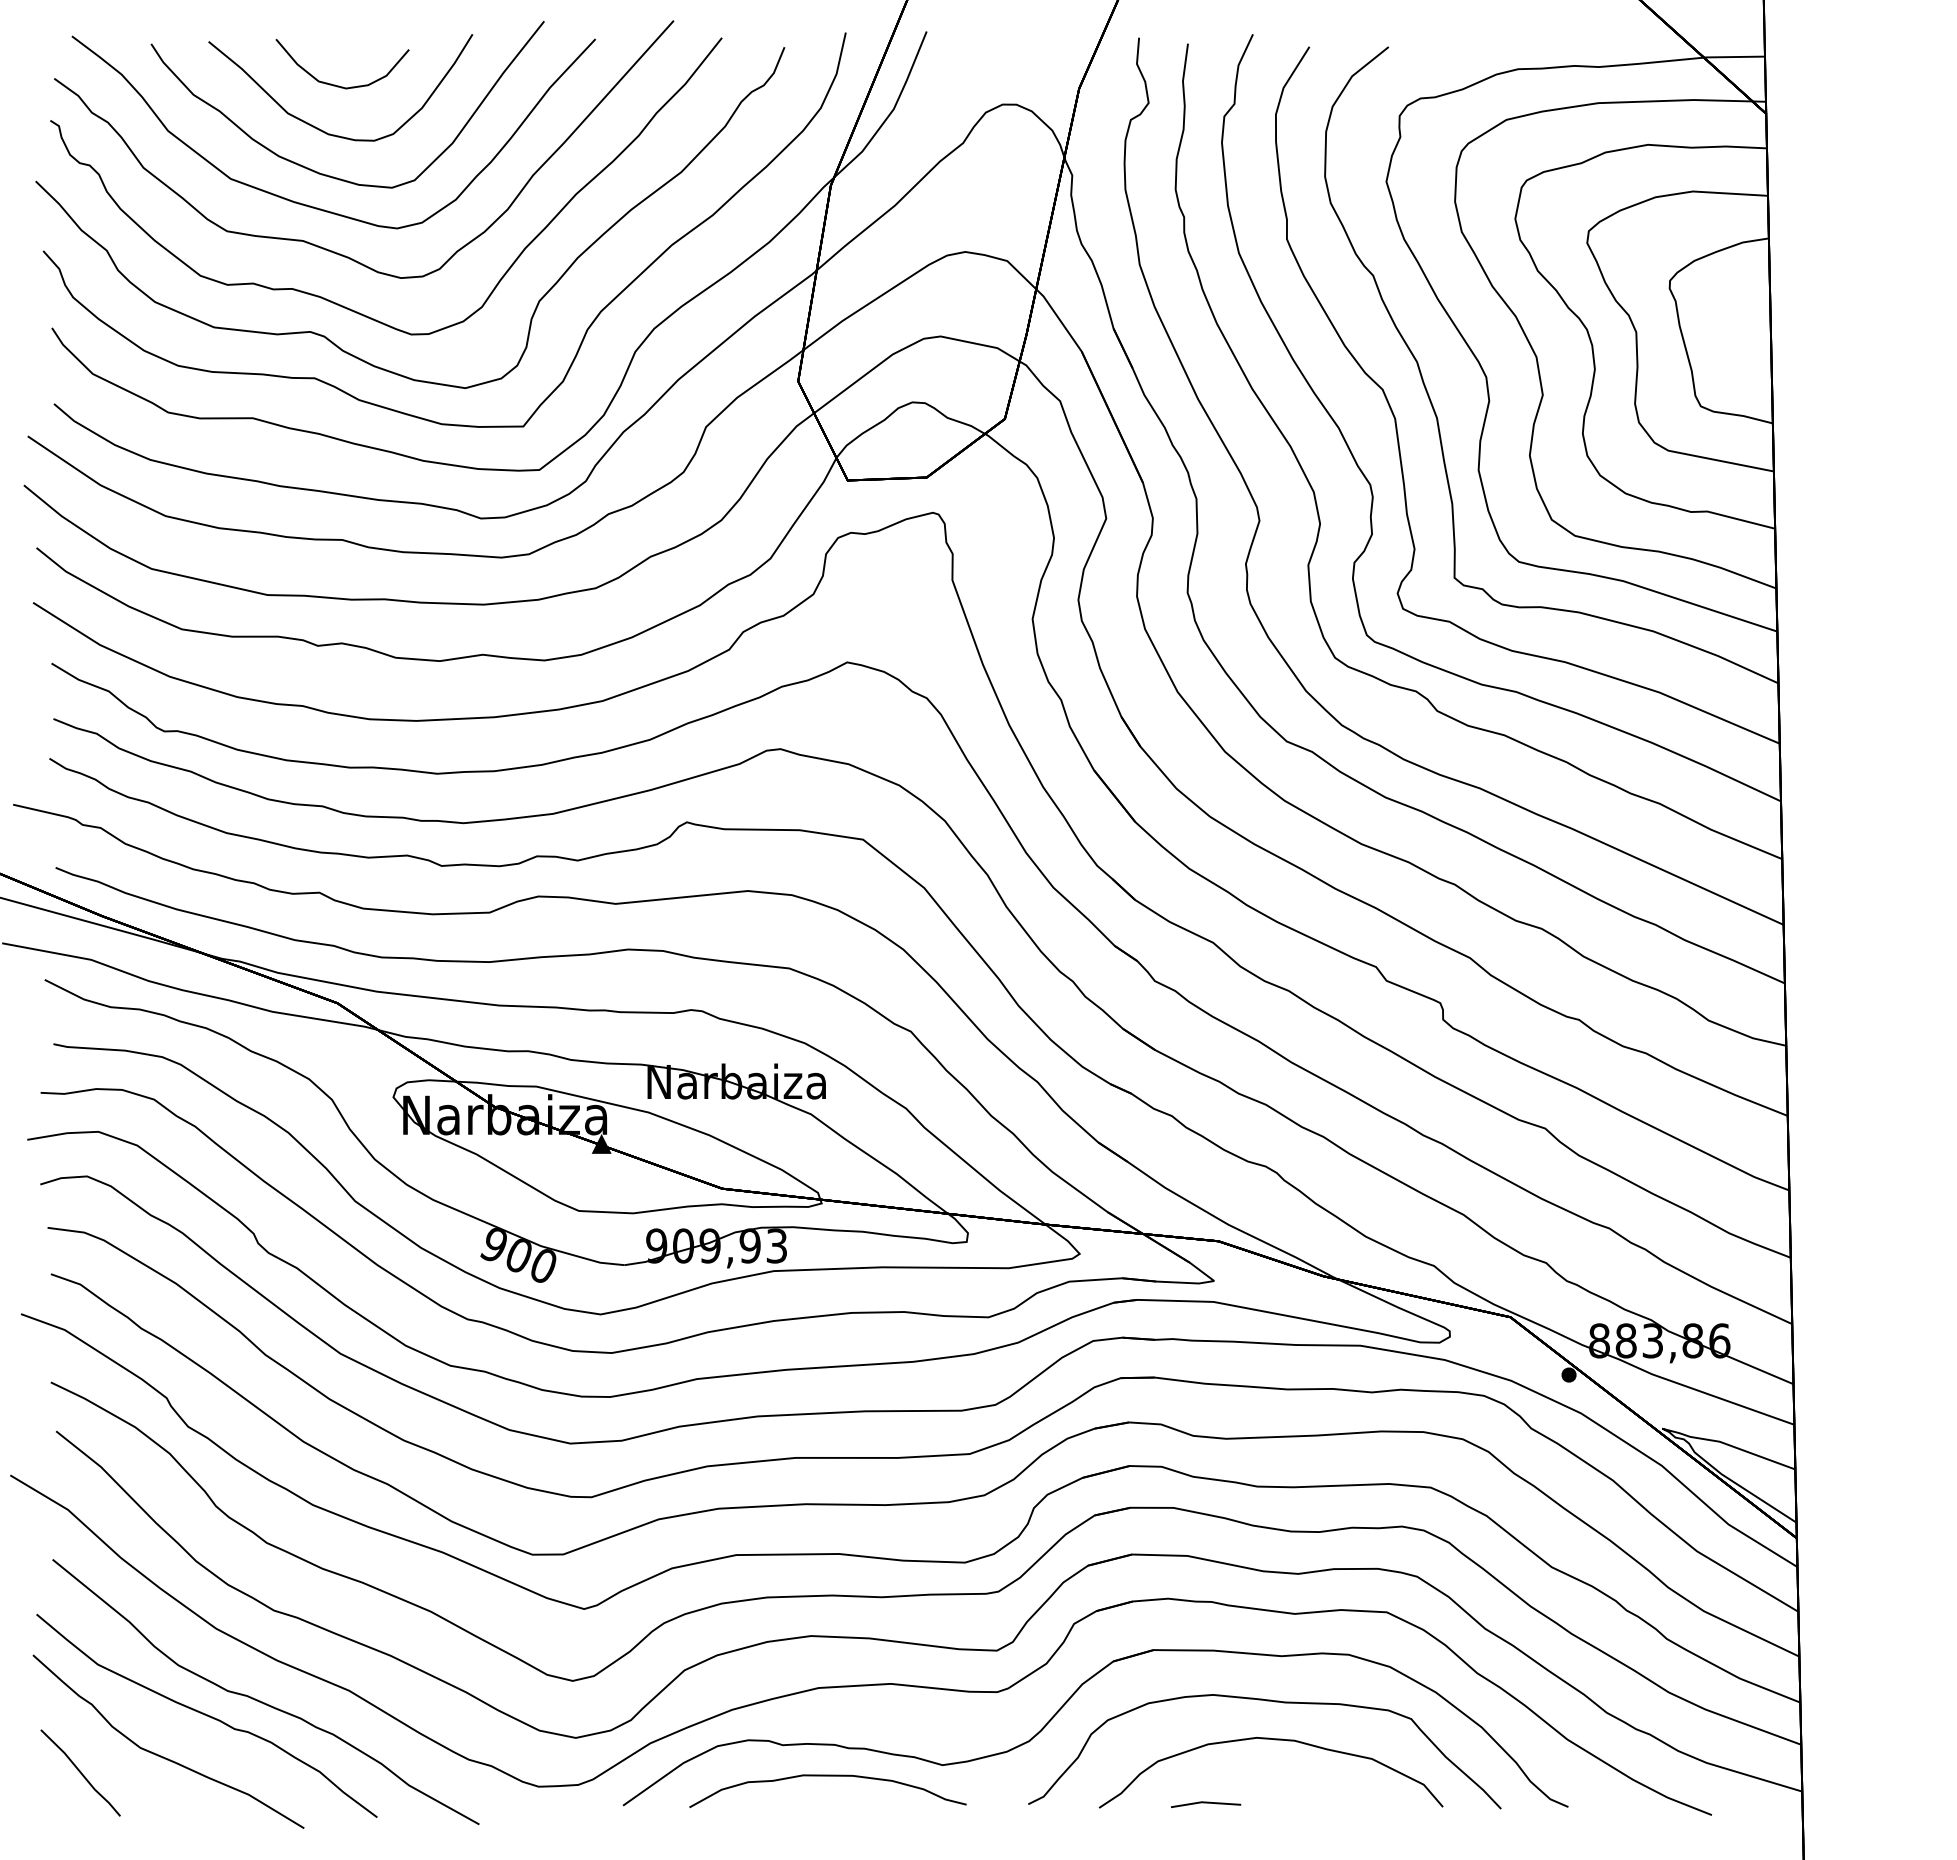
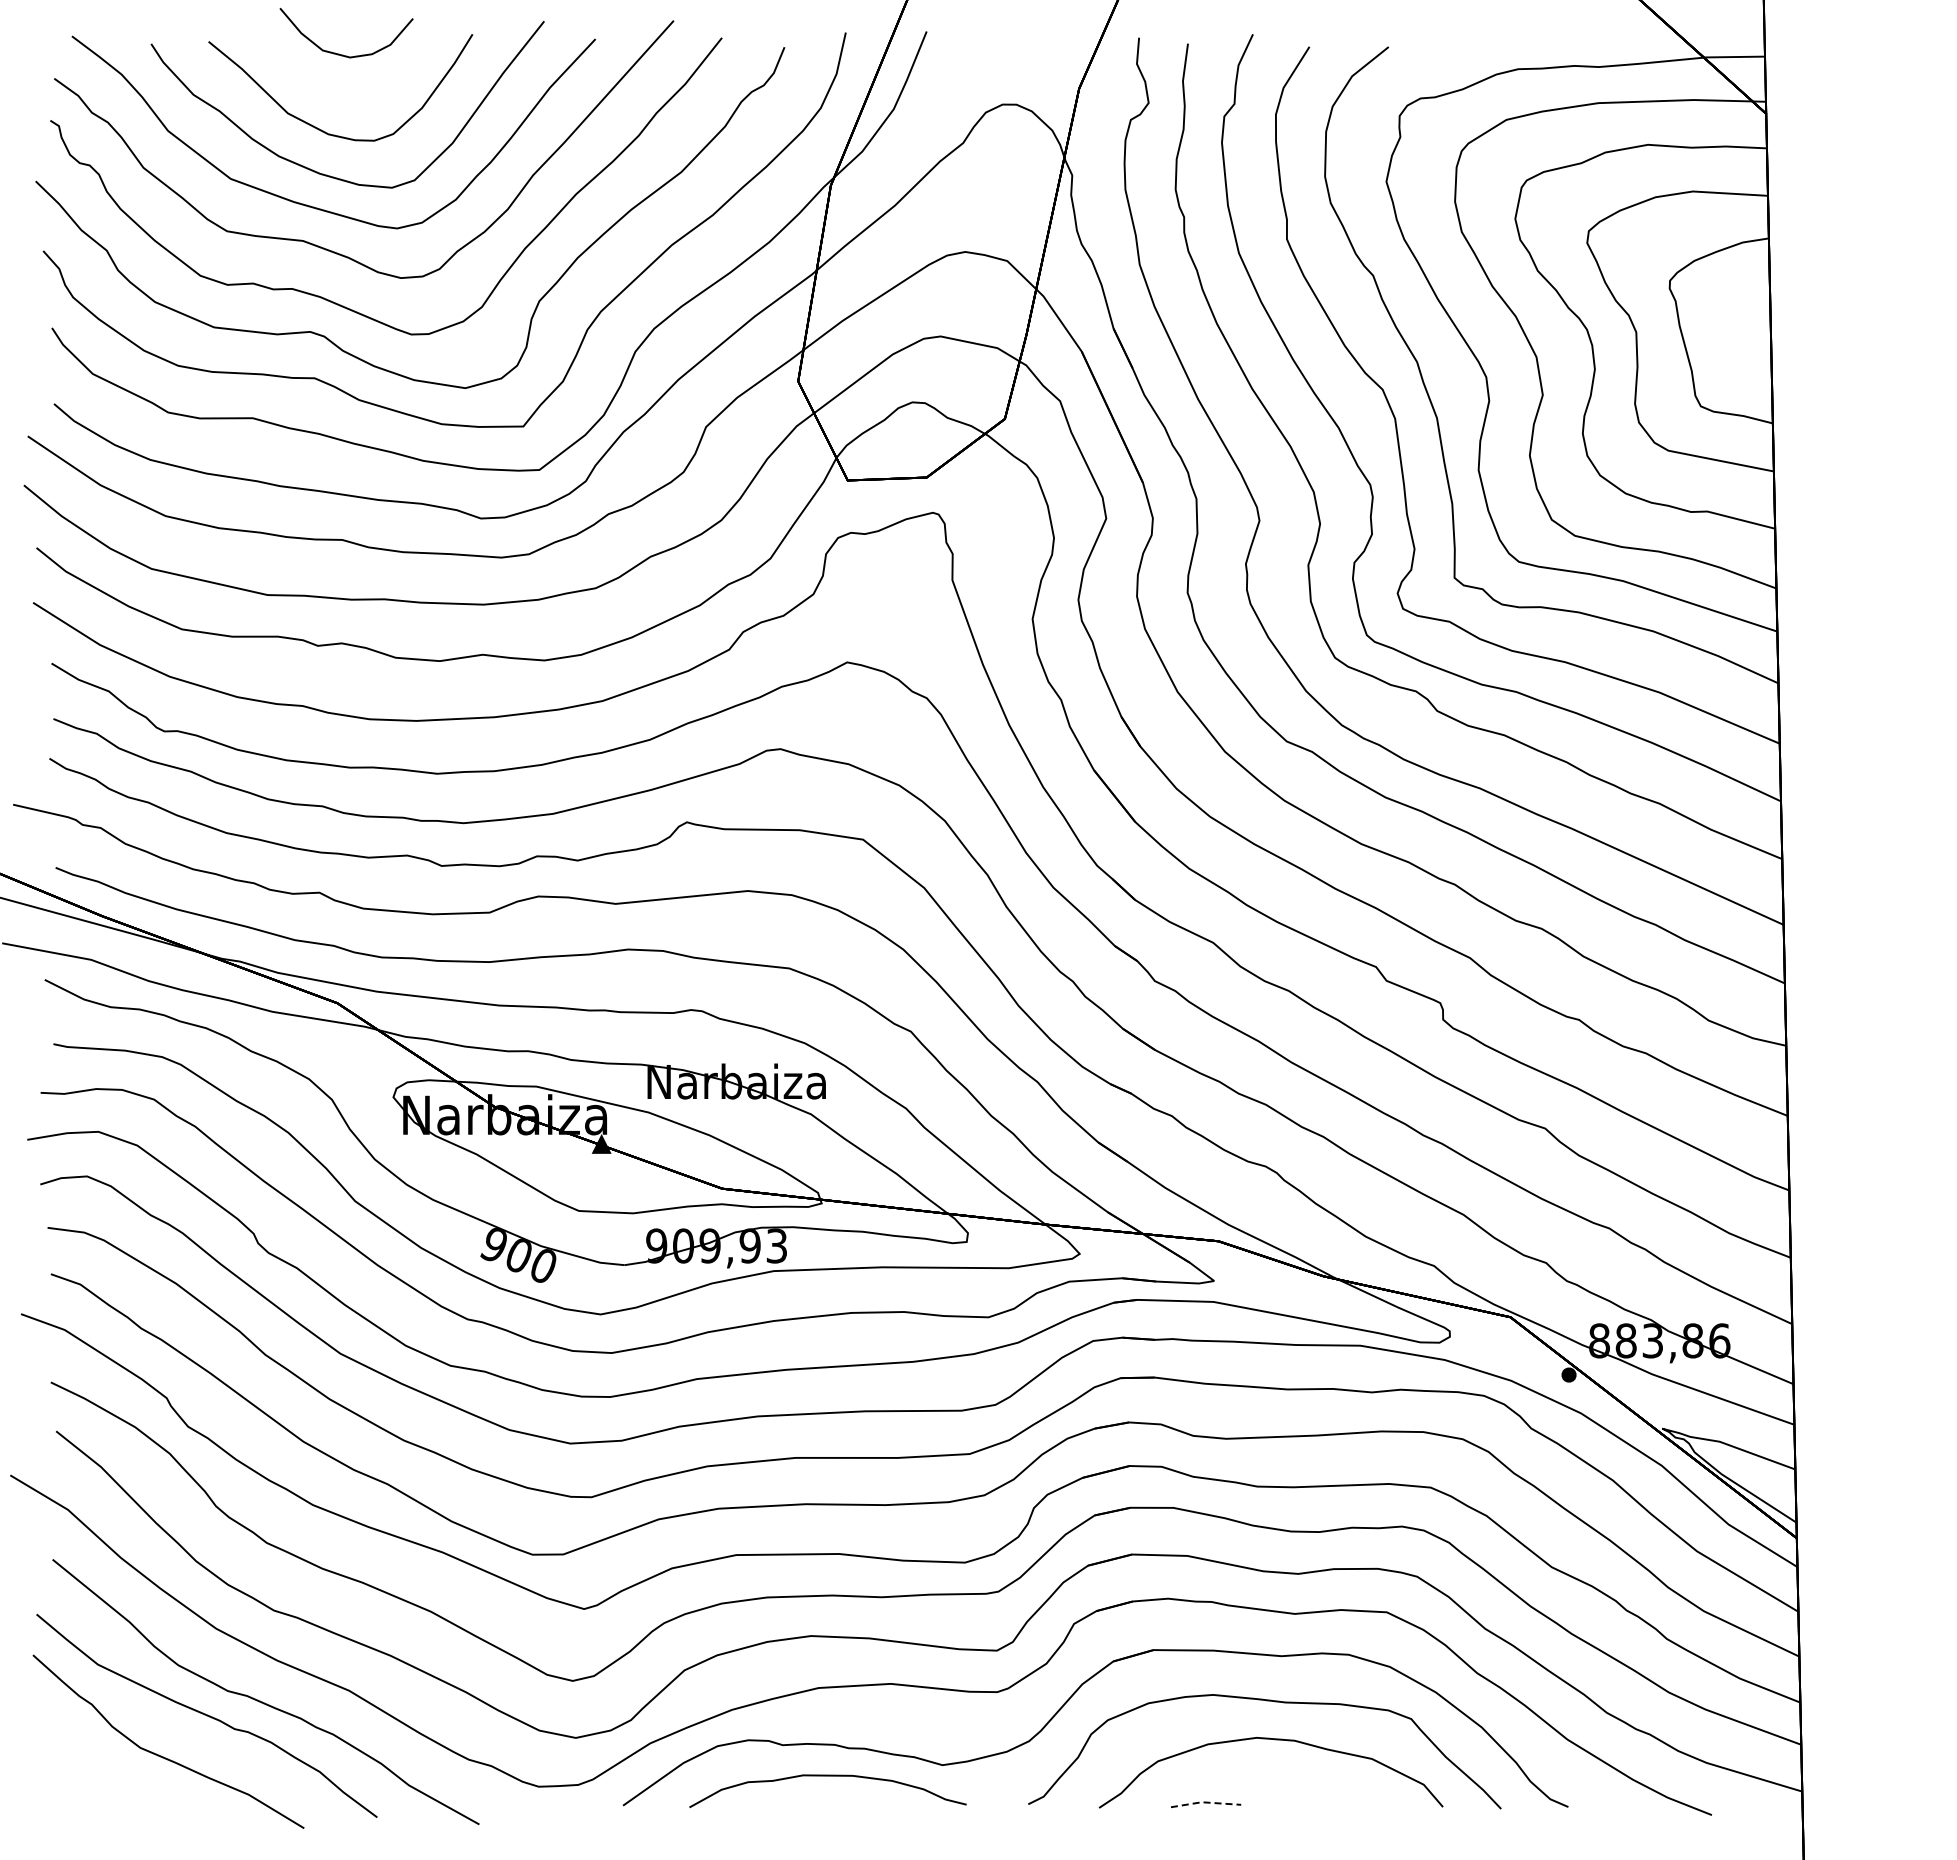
curve at (335, 84) position: (335, 84) -> (339, 53)
line at (80, 1772): present -> none
line at (1205, 1802): solid -> dashed
